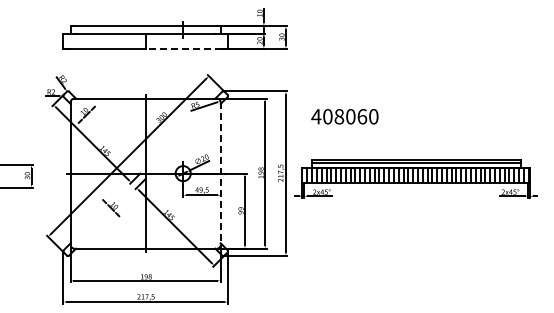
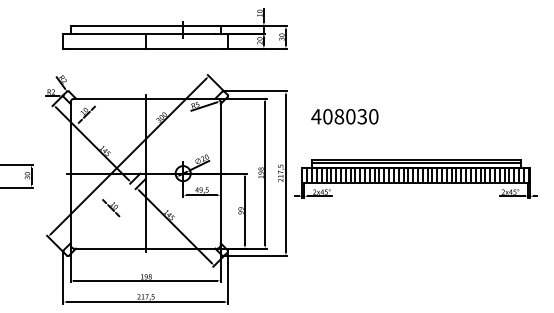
line at (183, 48): dashed -> solid
text at (362, 116): 408060 -> 408030
line at (220, 174): dashed -> solid
